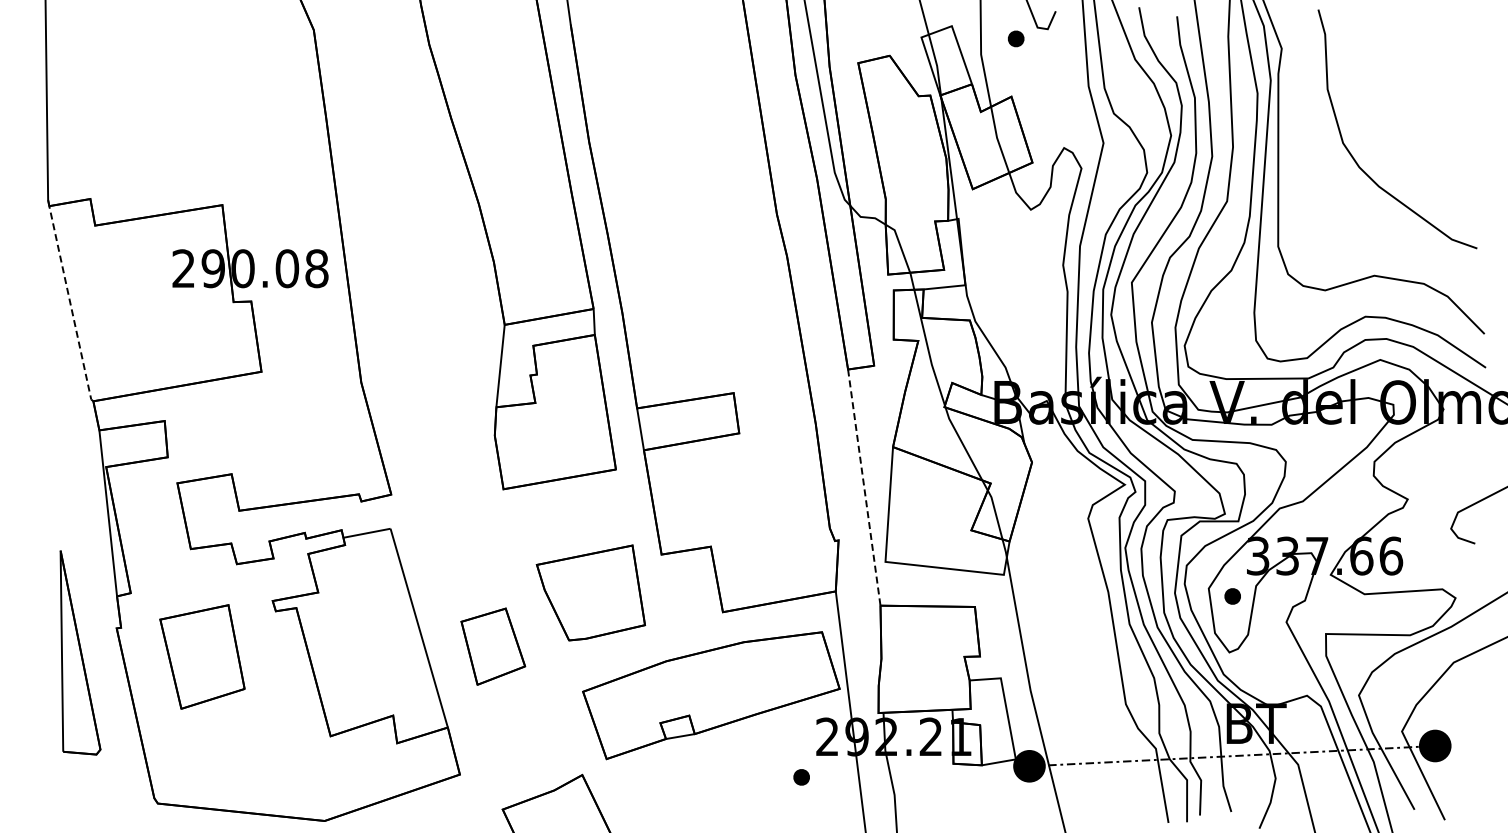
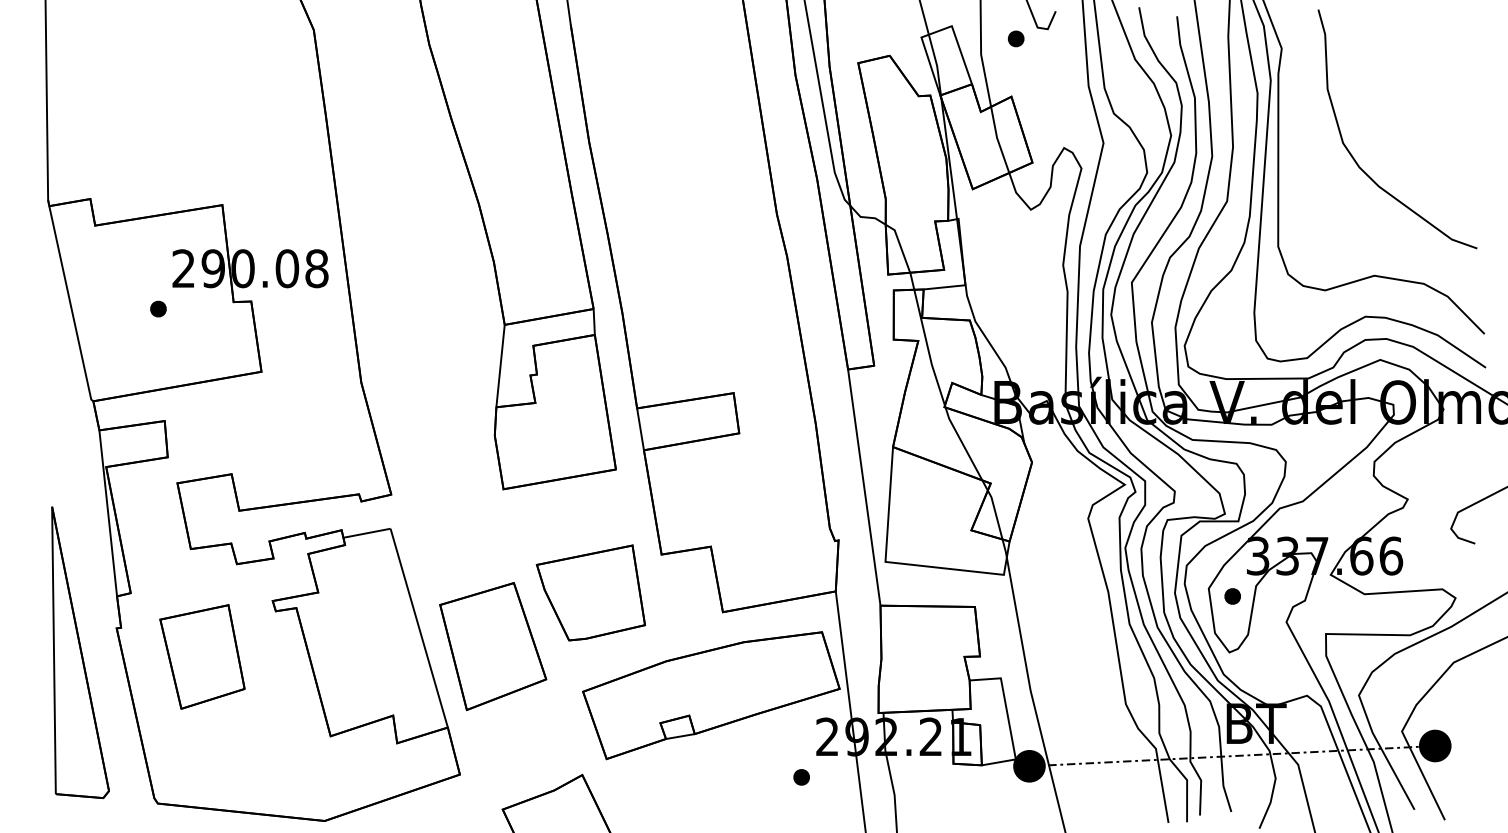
line at (70, 304): dashed -> solid
part at (158, 308): none -> present
line at (864, 488): dashed -> solid
part at (493, 646) size: 67x79 px -> 109x130 px
part at (80, 652) size: 43x206 px -> 59x294 px
